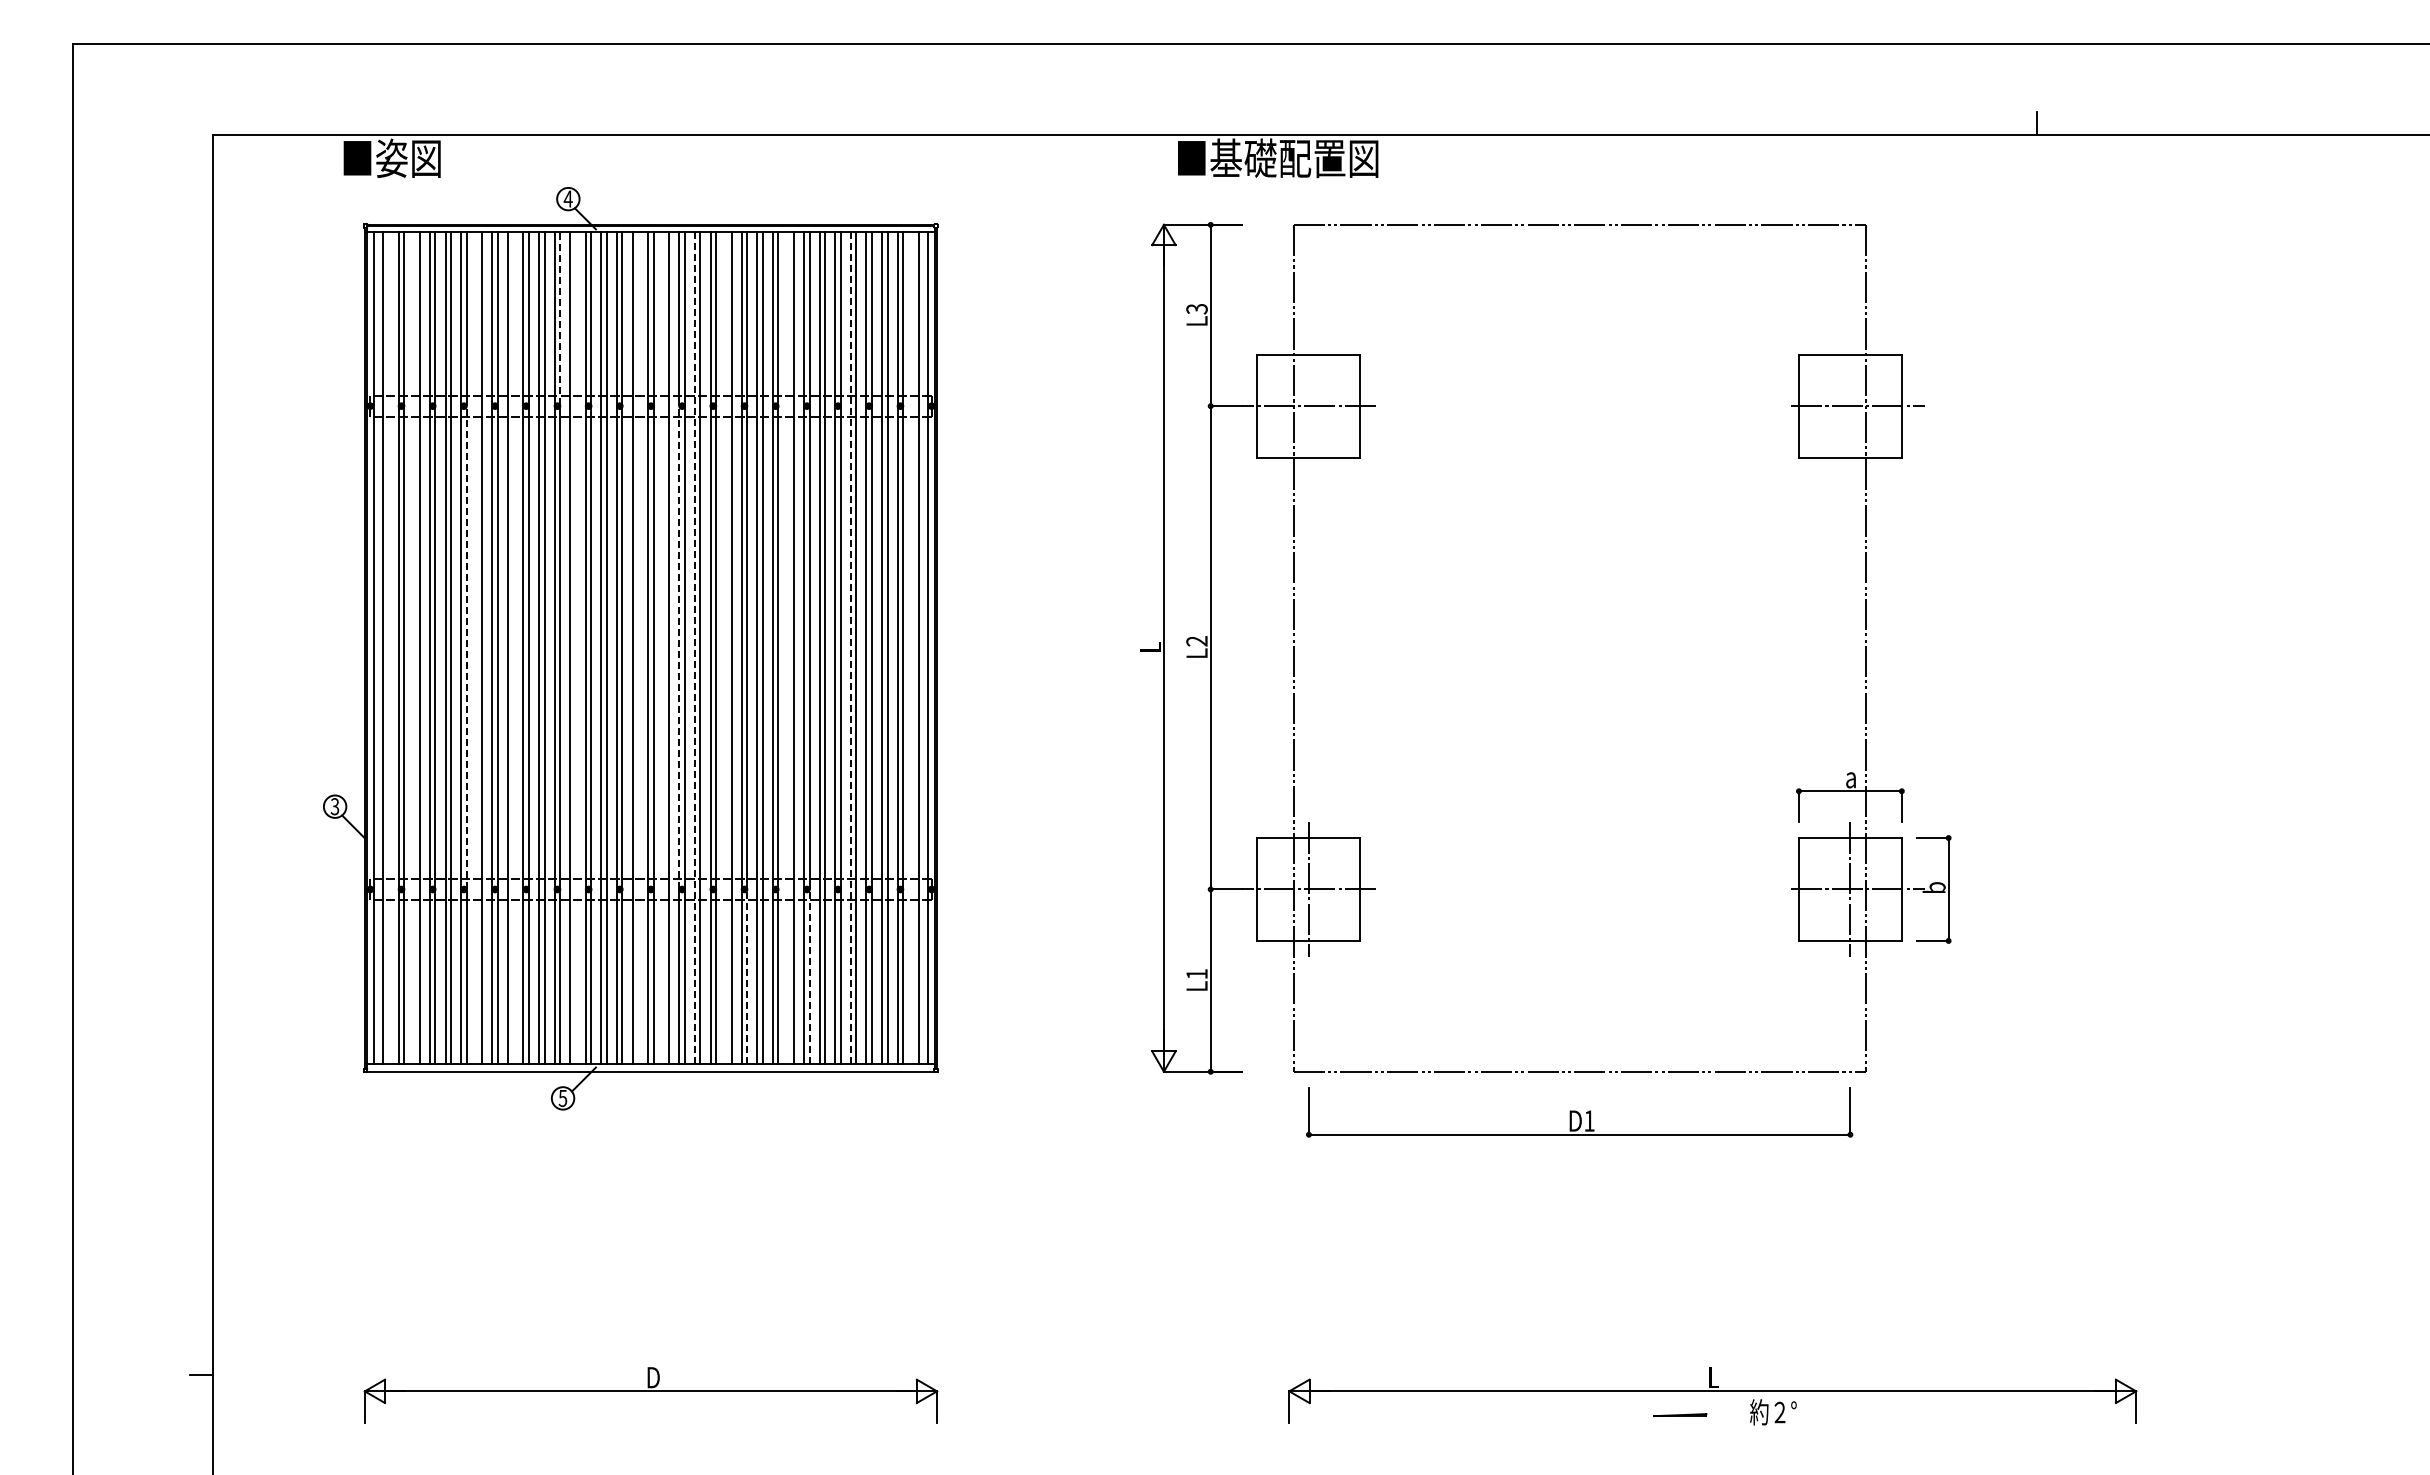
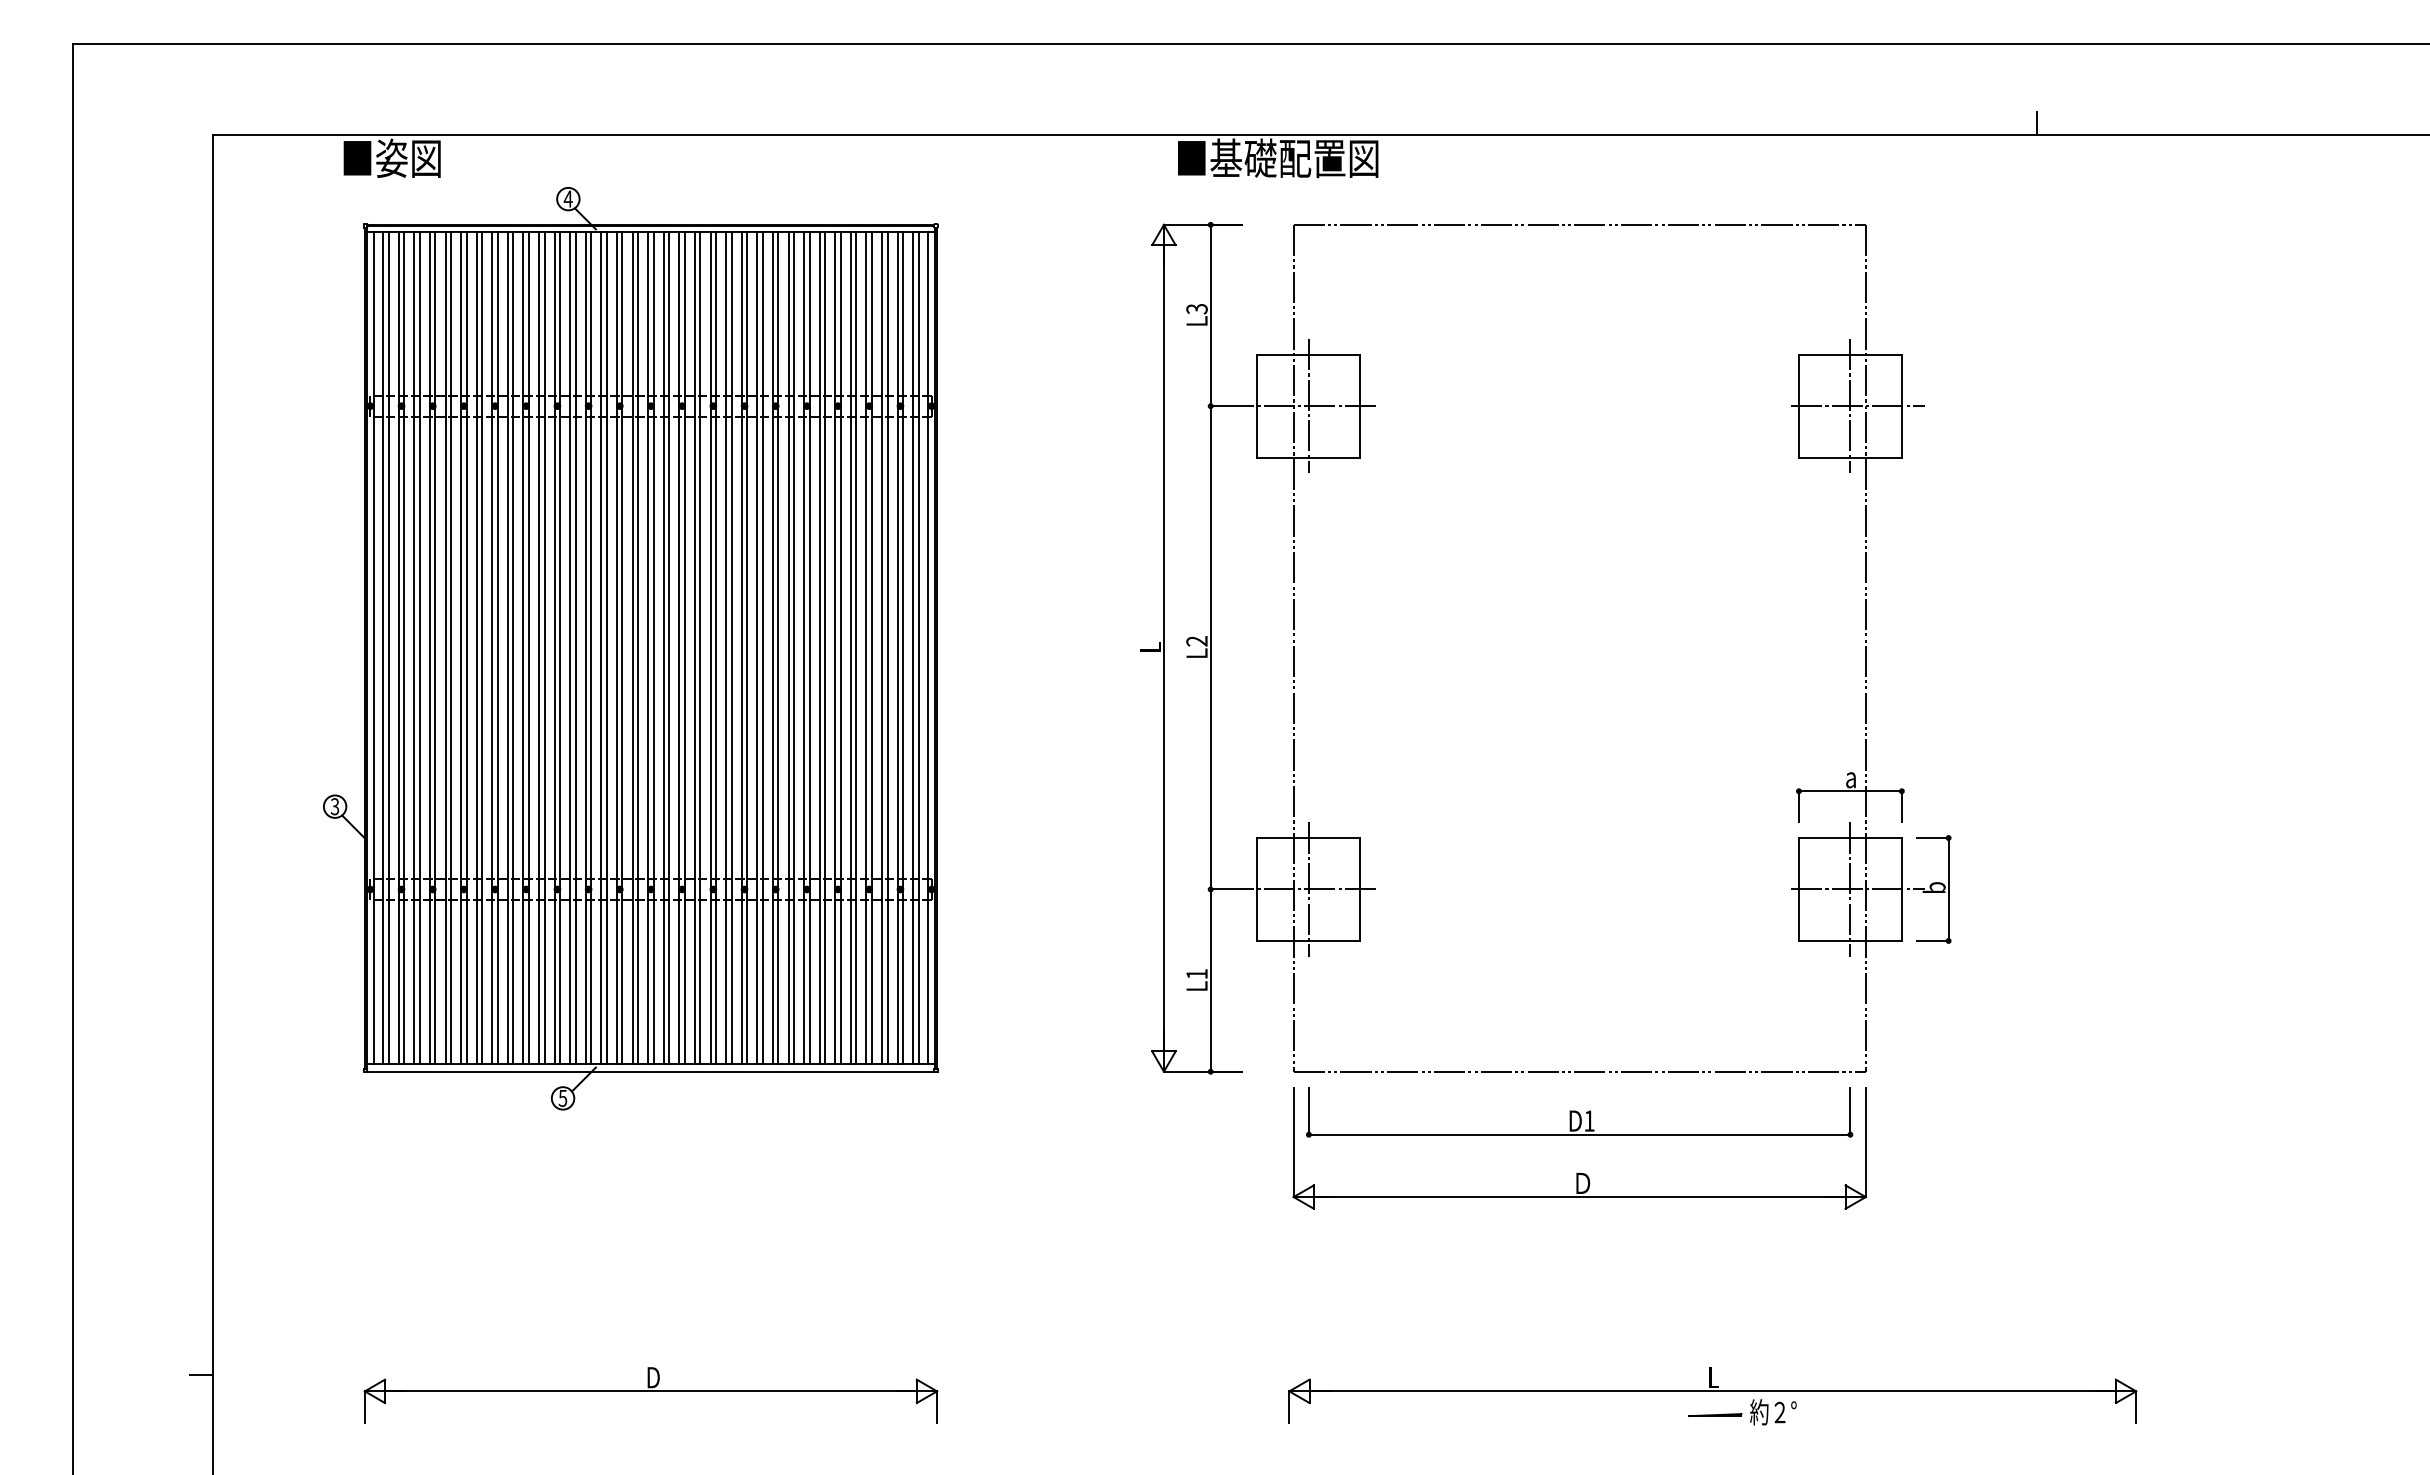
line at (560, 318): dashed -> solid
line at (1308, 406): none -> present
line at (1850, 406): none -> present
line at (388, 647): none -> present
line at (414, 647): none -> present
line at (466, 647): dashed -> solid
line at (476, 647): none -> present
line at (513, 647): none -> present
line at (575, 647): none -> present
line at (638, 647): none -> present
line at (663, 647): none -> present
line at (679, 647): dashed -> solid
line at (694, 647): dashed -> solid
line at (726, 647): none -> present
line at (788, 647): none -> present
line at (850, 647): dashed -> solid
line at (913, 647): none -> present
line at (747, 977): dashed -> solid
line at (809, 977): dashed -> solid
part at (1579, 1172): none -> present
line at (1680, 1414) position: (1680, 1414) -> (1715, 1414)
